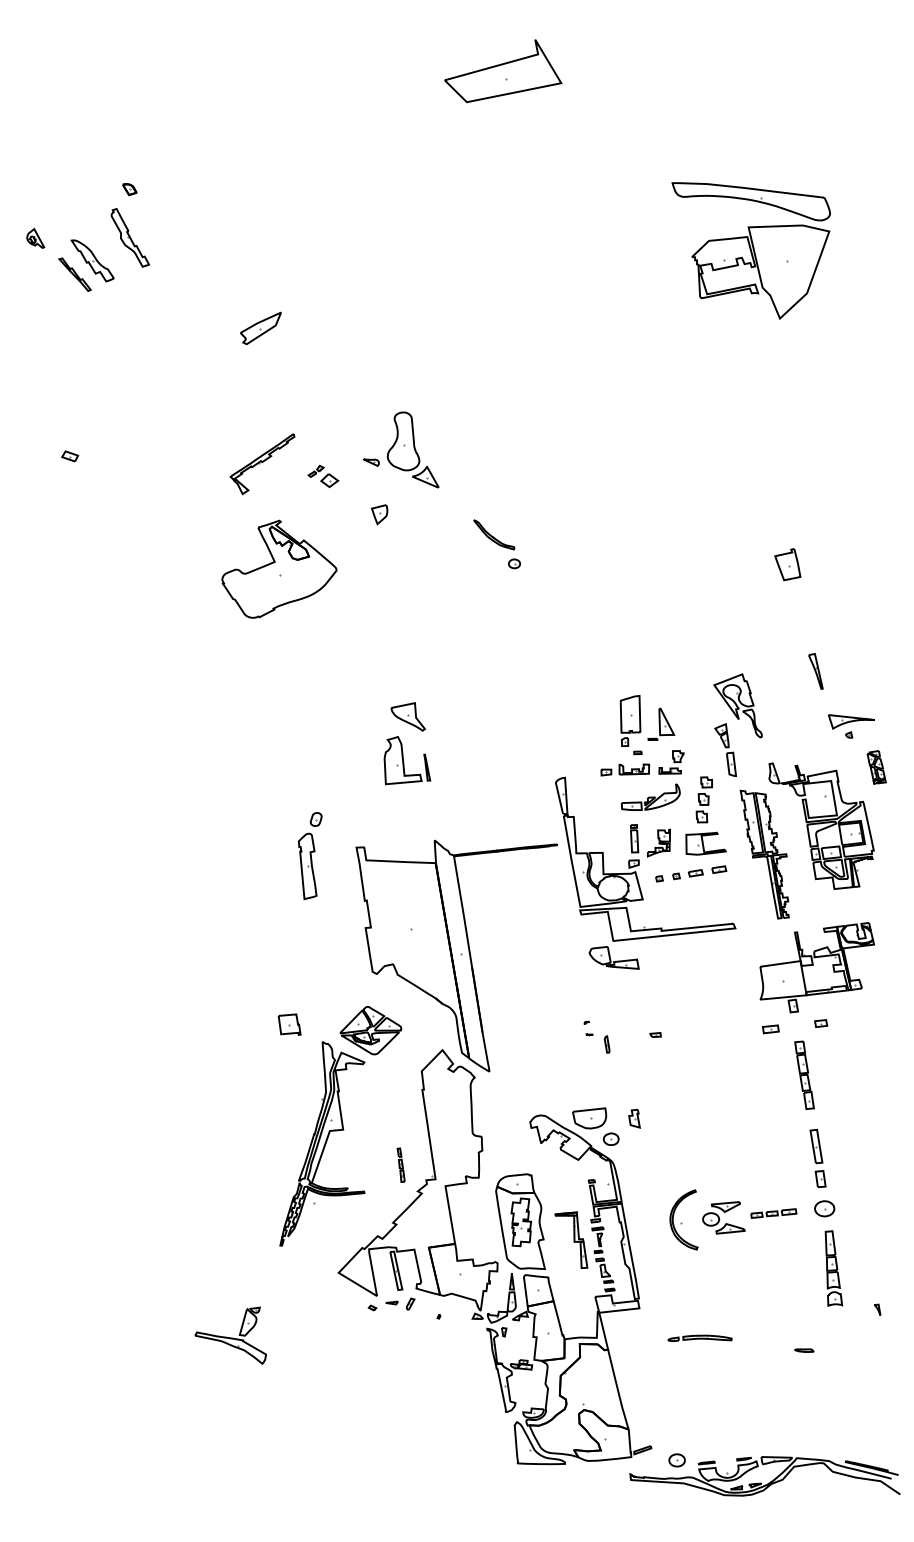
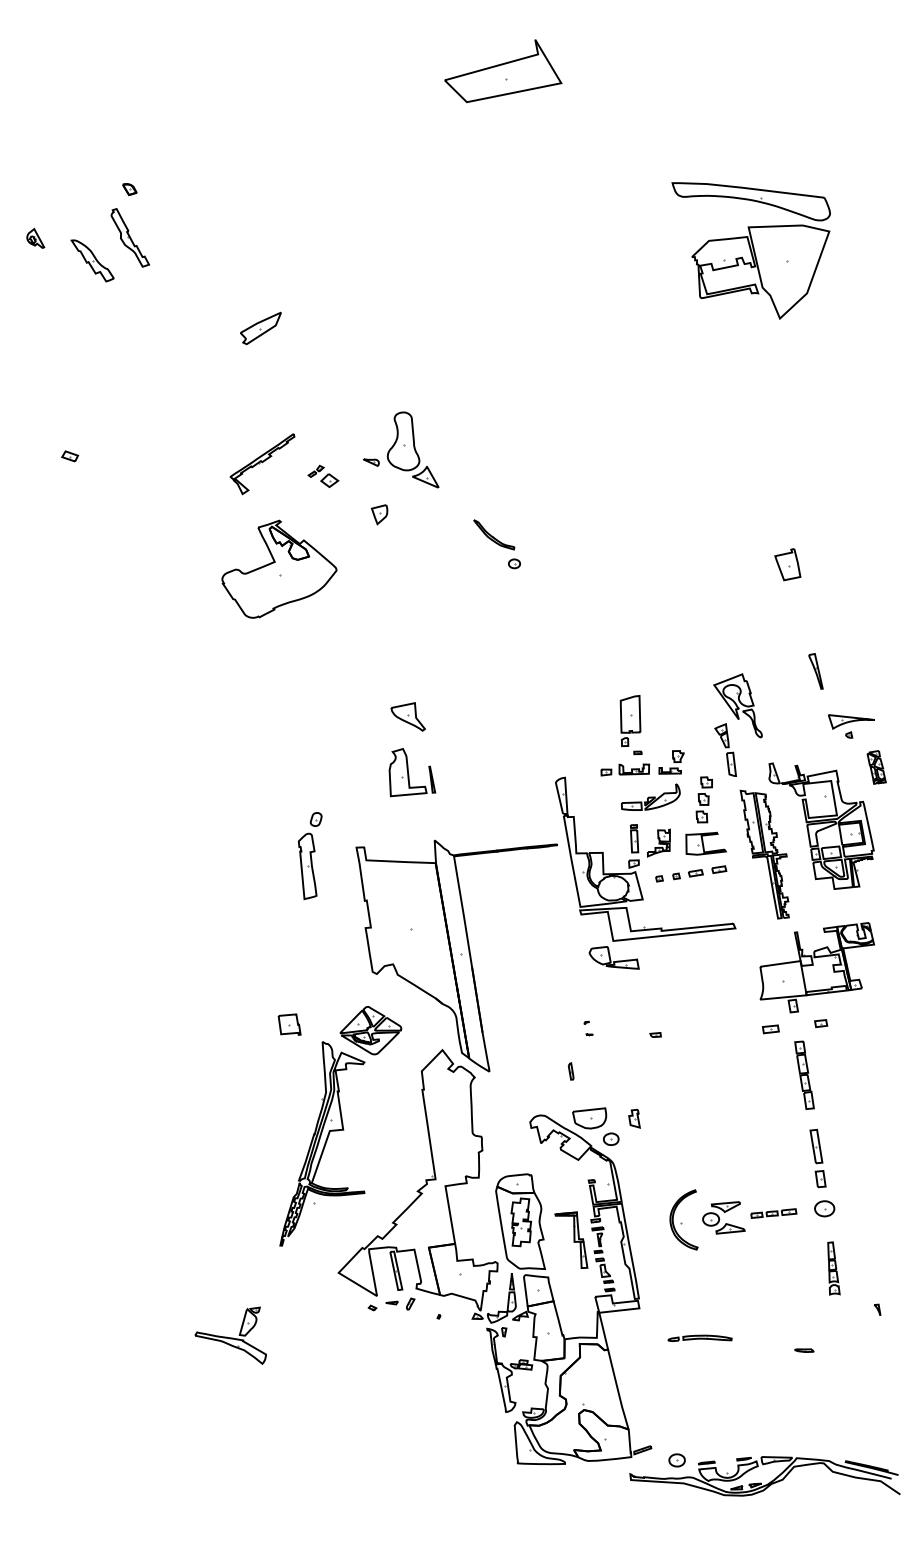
part at (74, 274): present -> none
part at (661, 723): present -> none
part at (407, 760) position: (407, 760) -> (412, 772)
part at (606, 1044) position: (606, 1044) -> (570, 1071)
part at (400, 1164): present -> none
part at (833, 1268) size: 20x77 px -> 14x55 px
